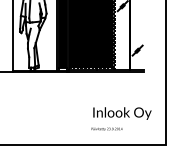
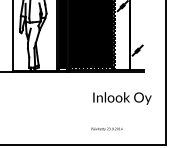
text at (122, 113) position: (122, 113) -> (122, 98)
